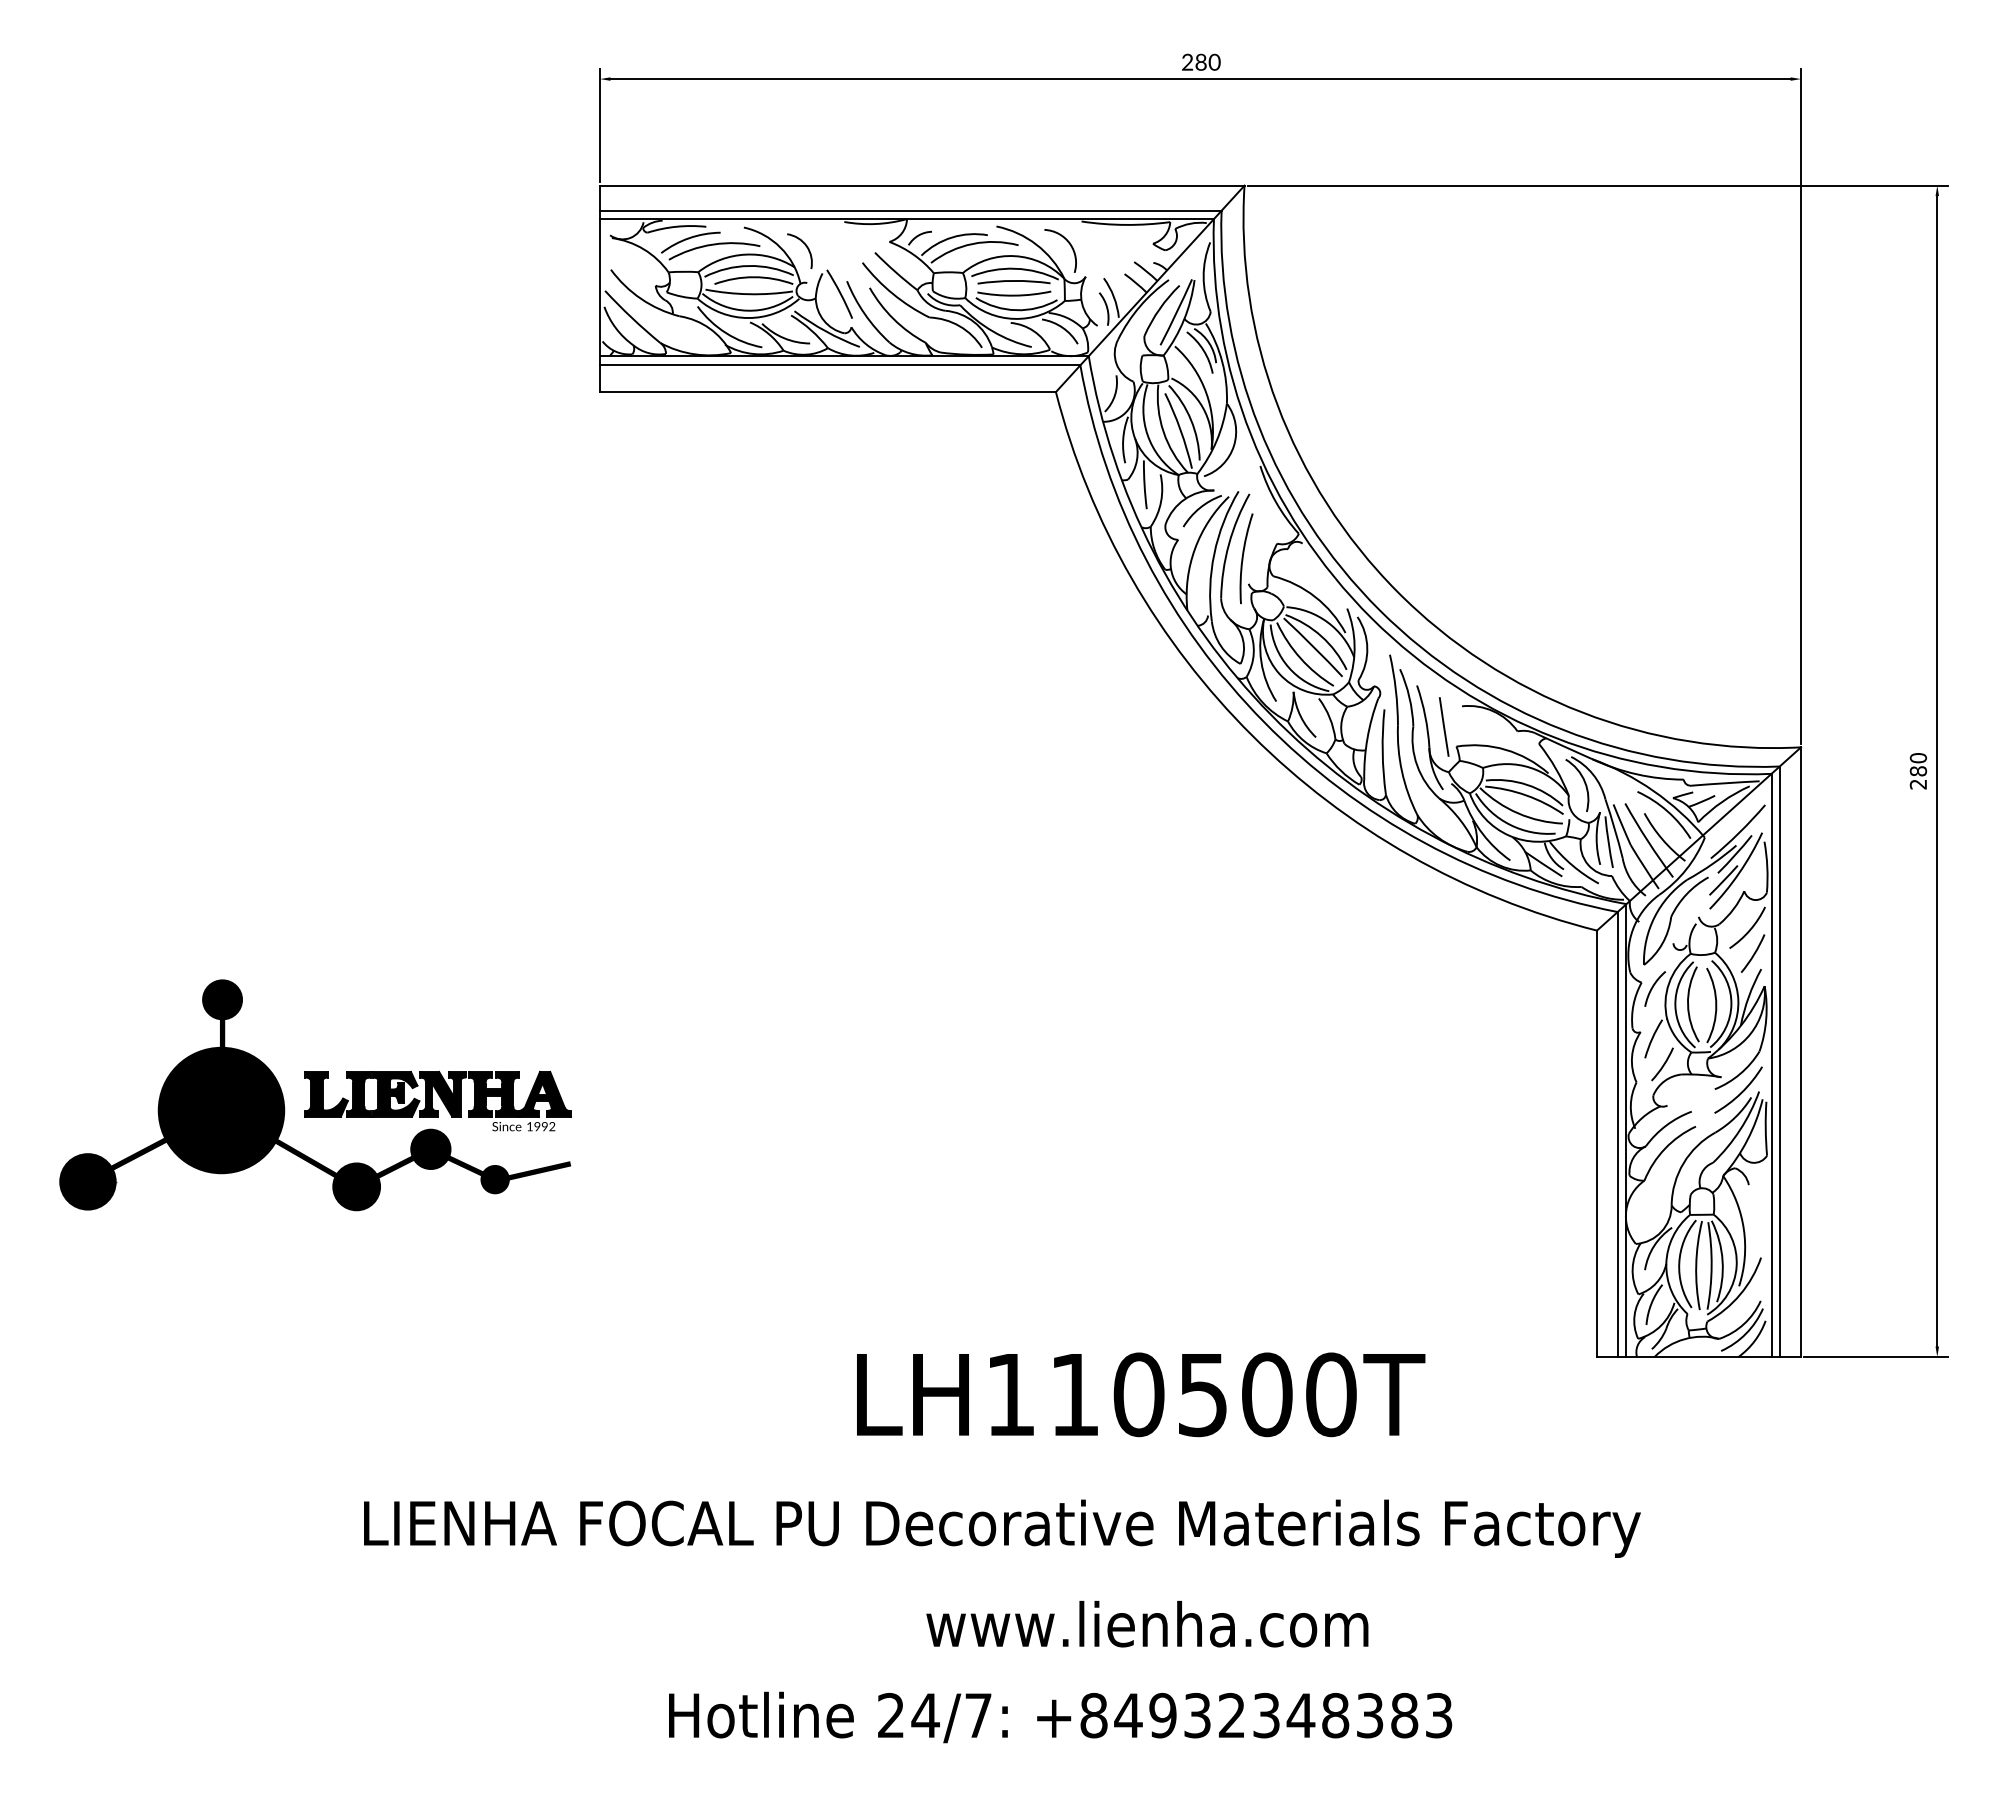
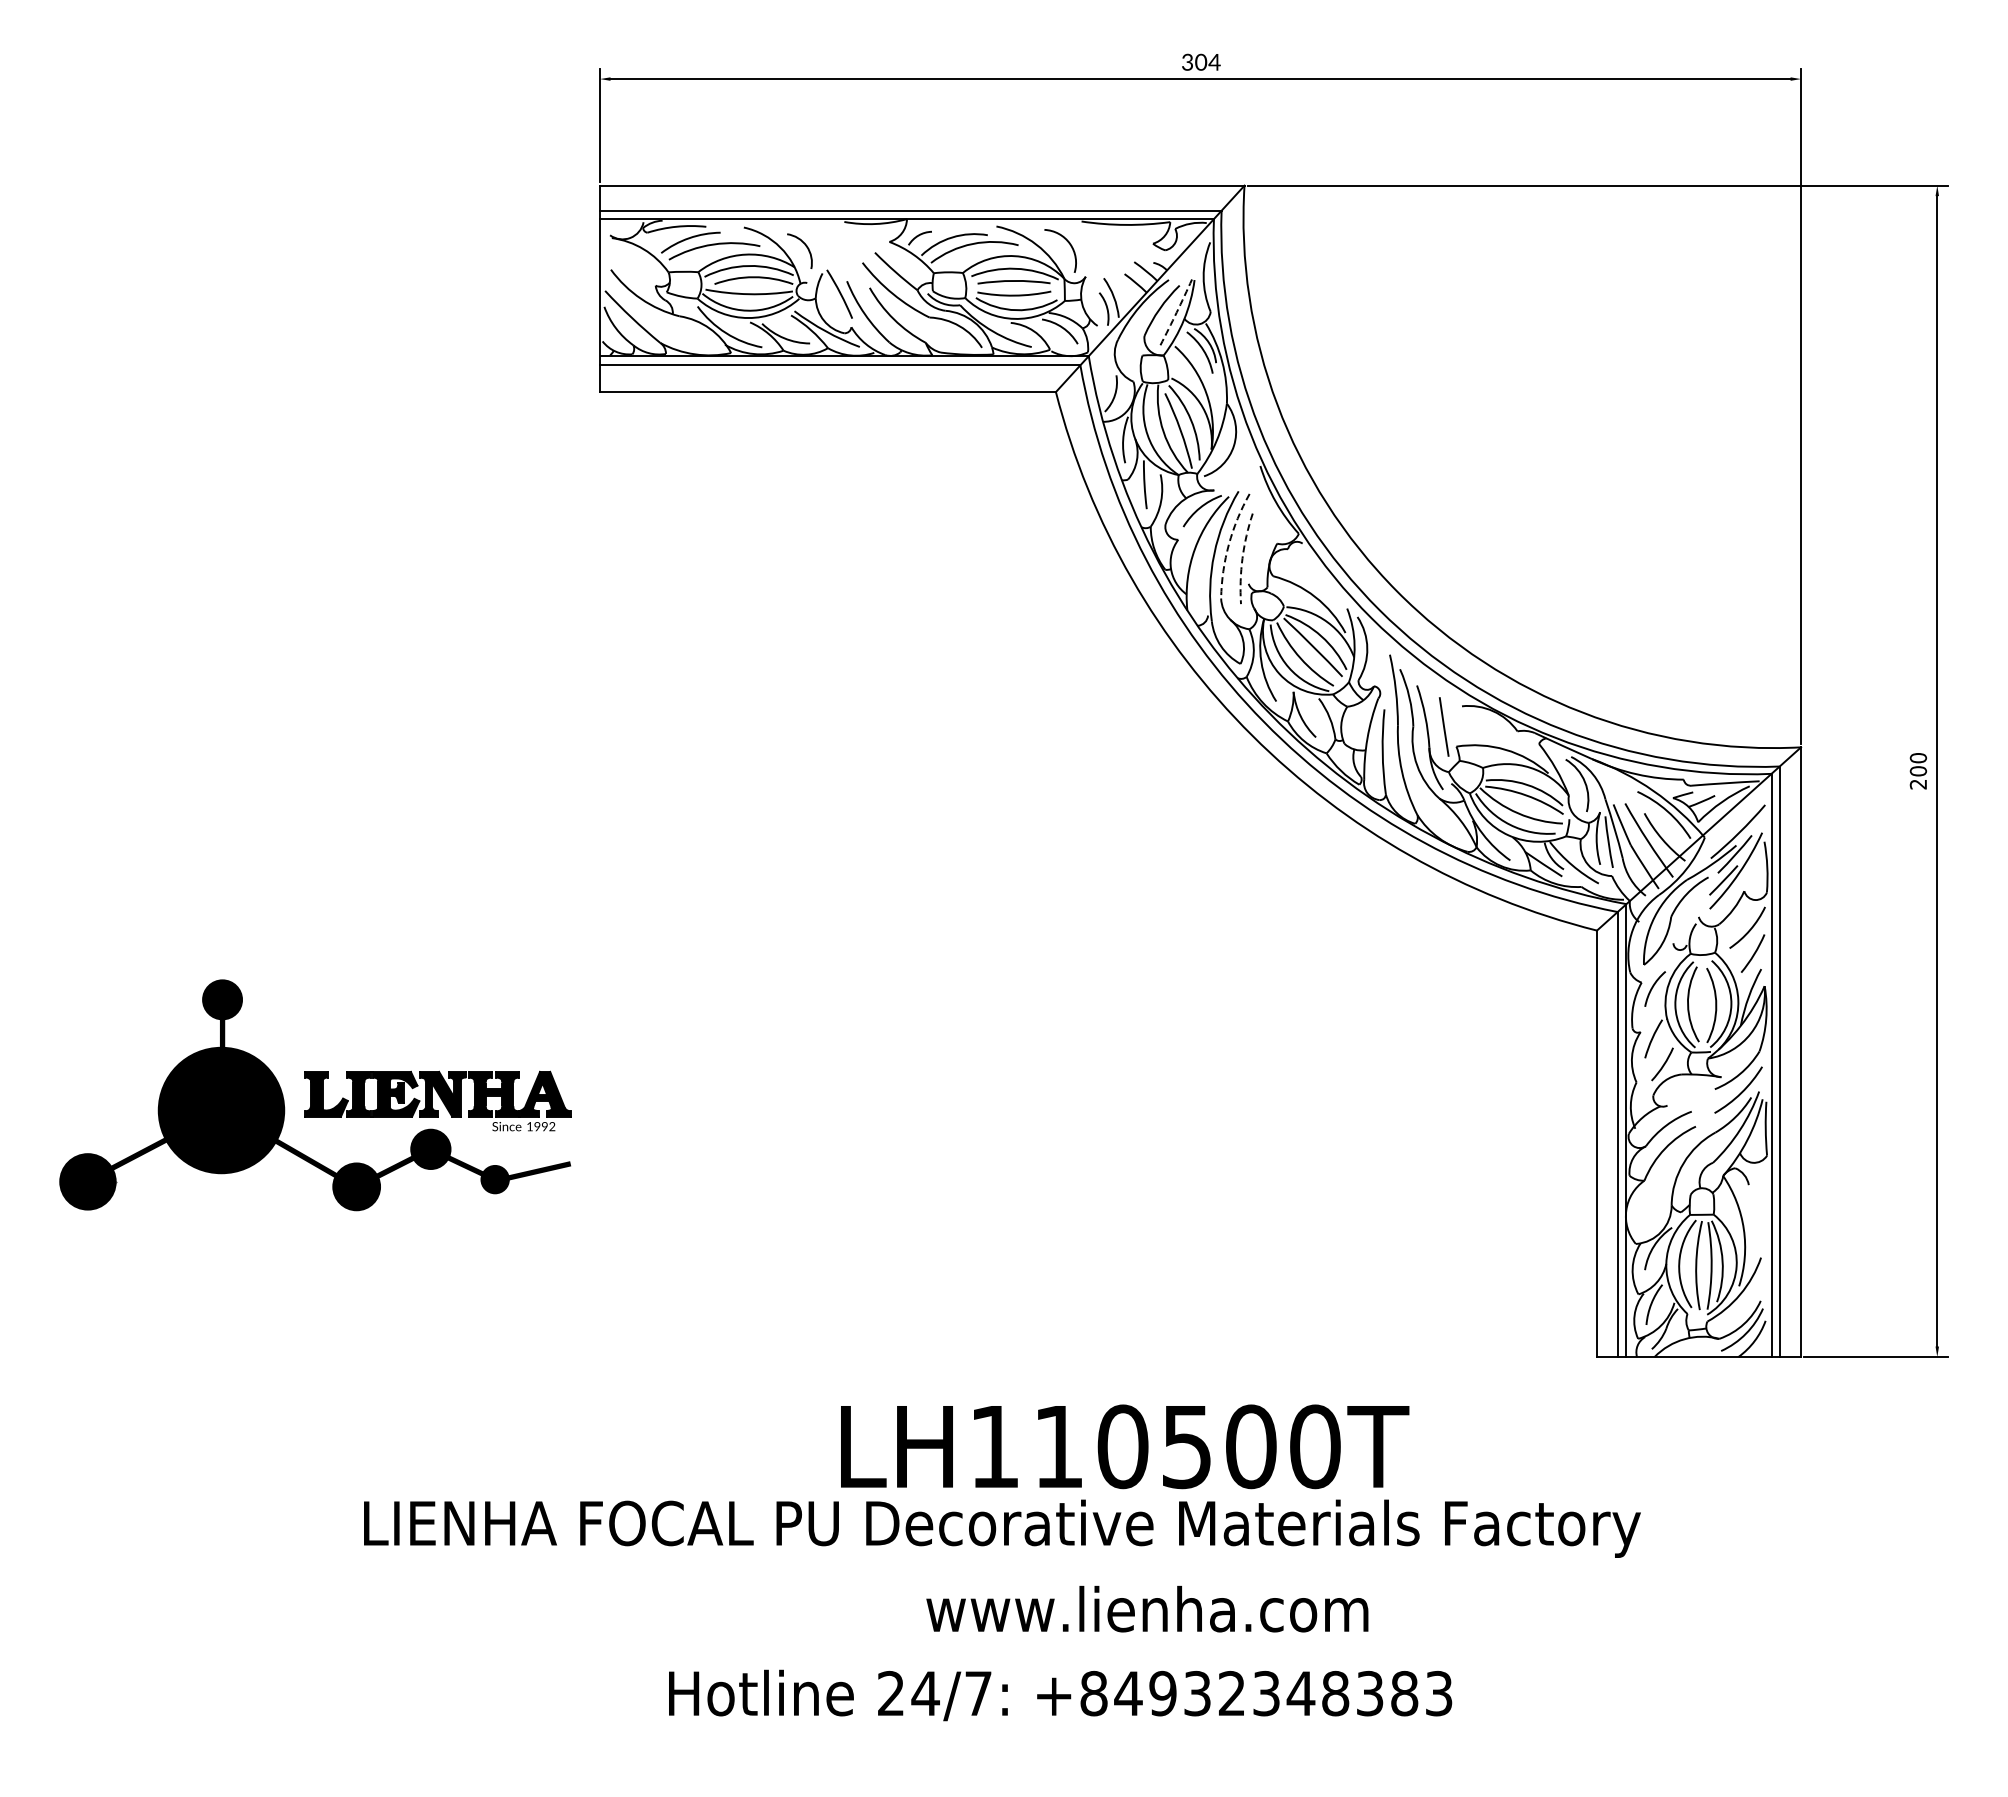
text at (1201, 61): 280 -> 304
arc at (1176, 312): solid -> dashed
arc at (1228, 544): solid -> dashed
arc at (1242, 558): solid -> dashed
text at (1918, 771): 280 -> 200
text at (1141, 1394) position: (1141, 1394) -> (1125, 1446)
text at (1147, 1624) position: (1147, 1624) -> (1147, 1609)
text at (1060, 1717) position: (1060, 1717) -> (1060, 1695)
